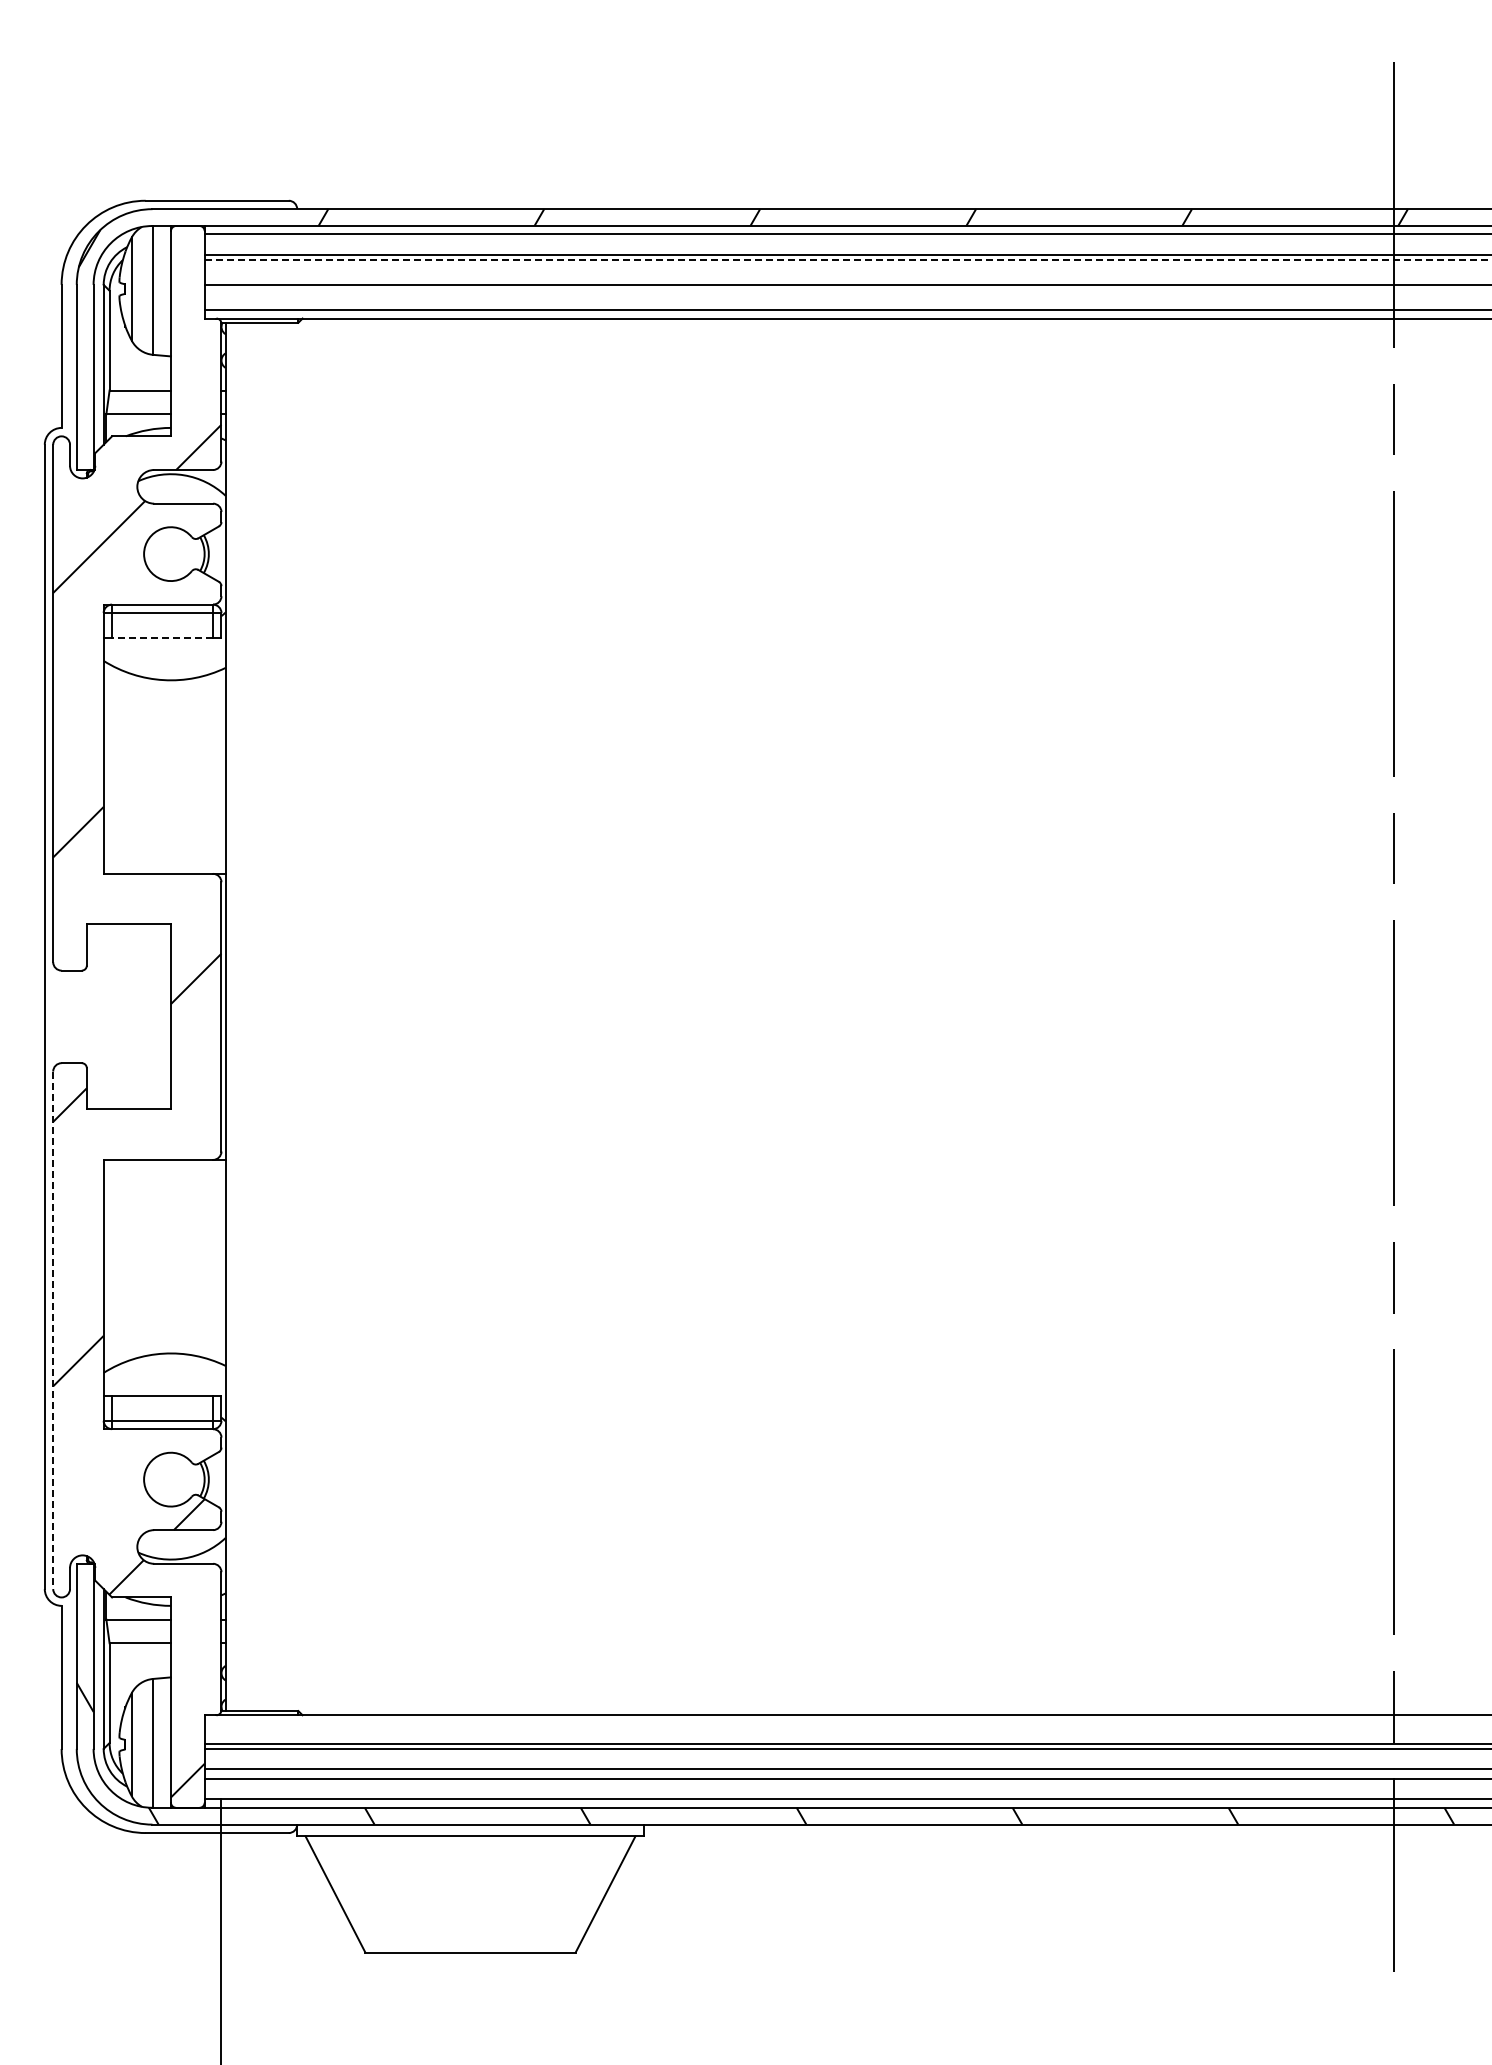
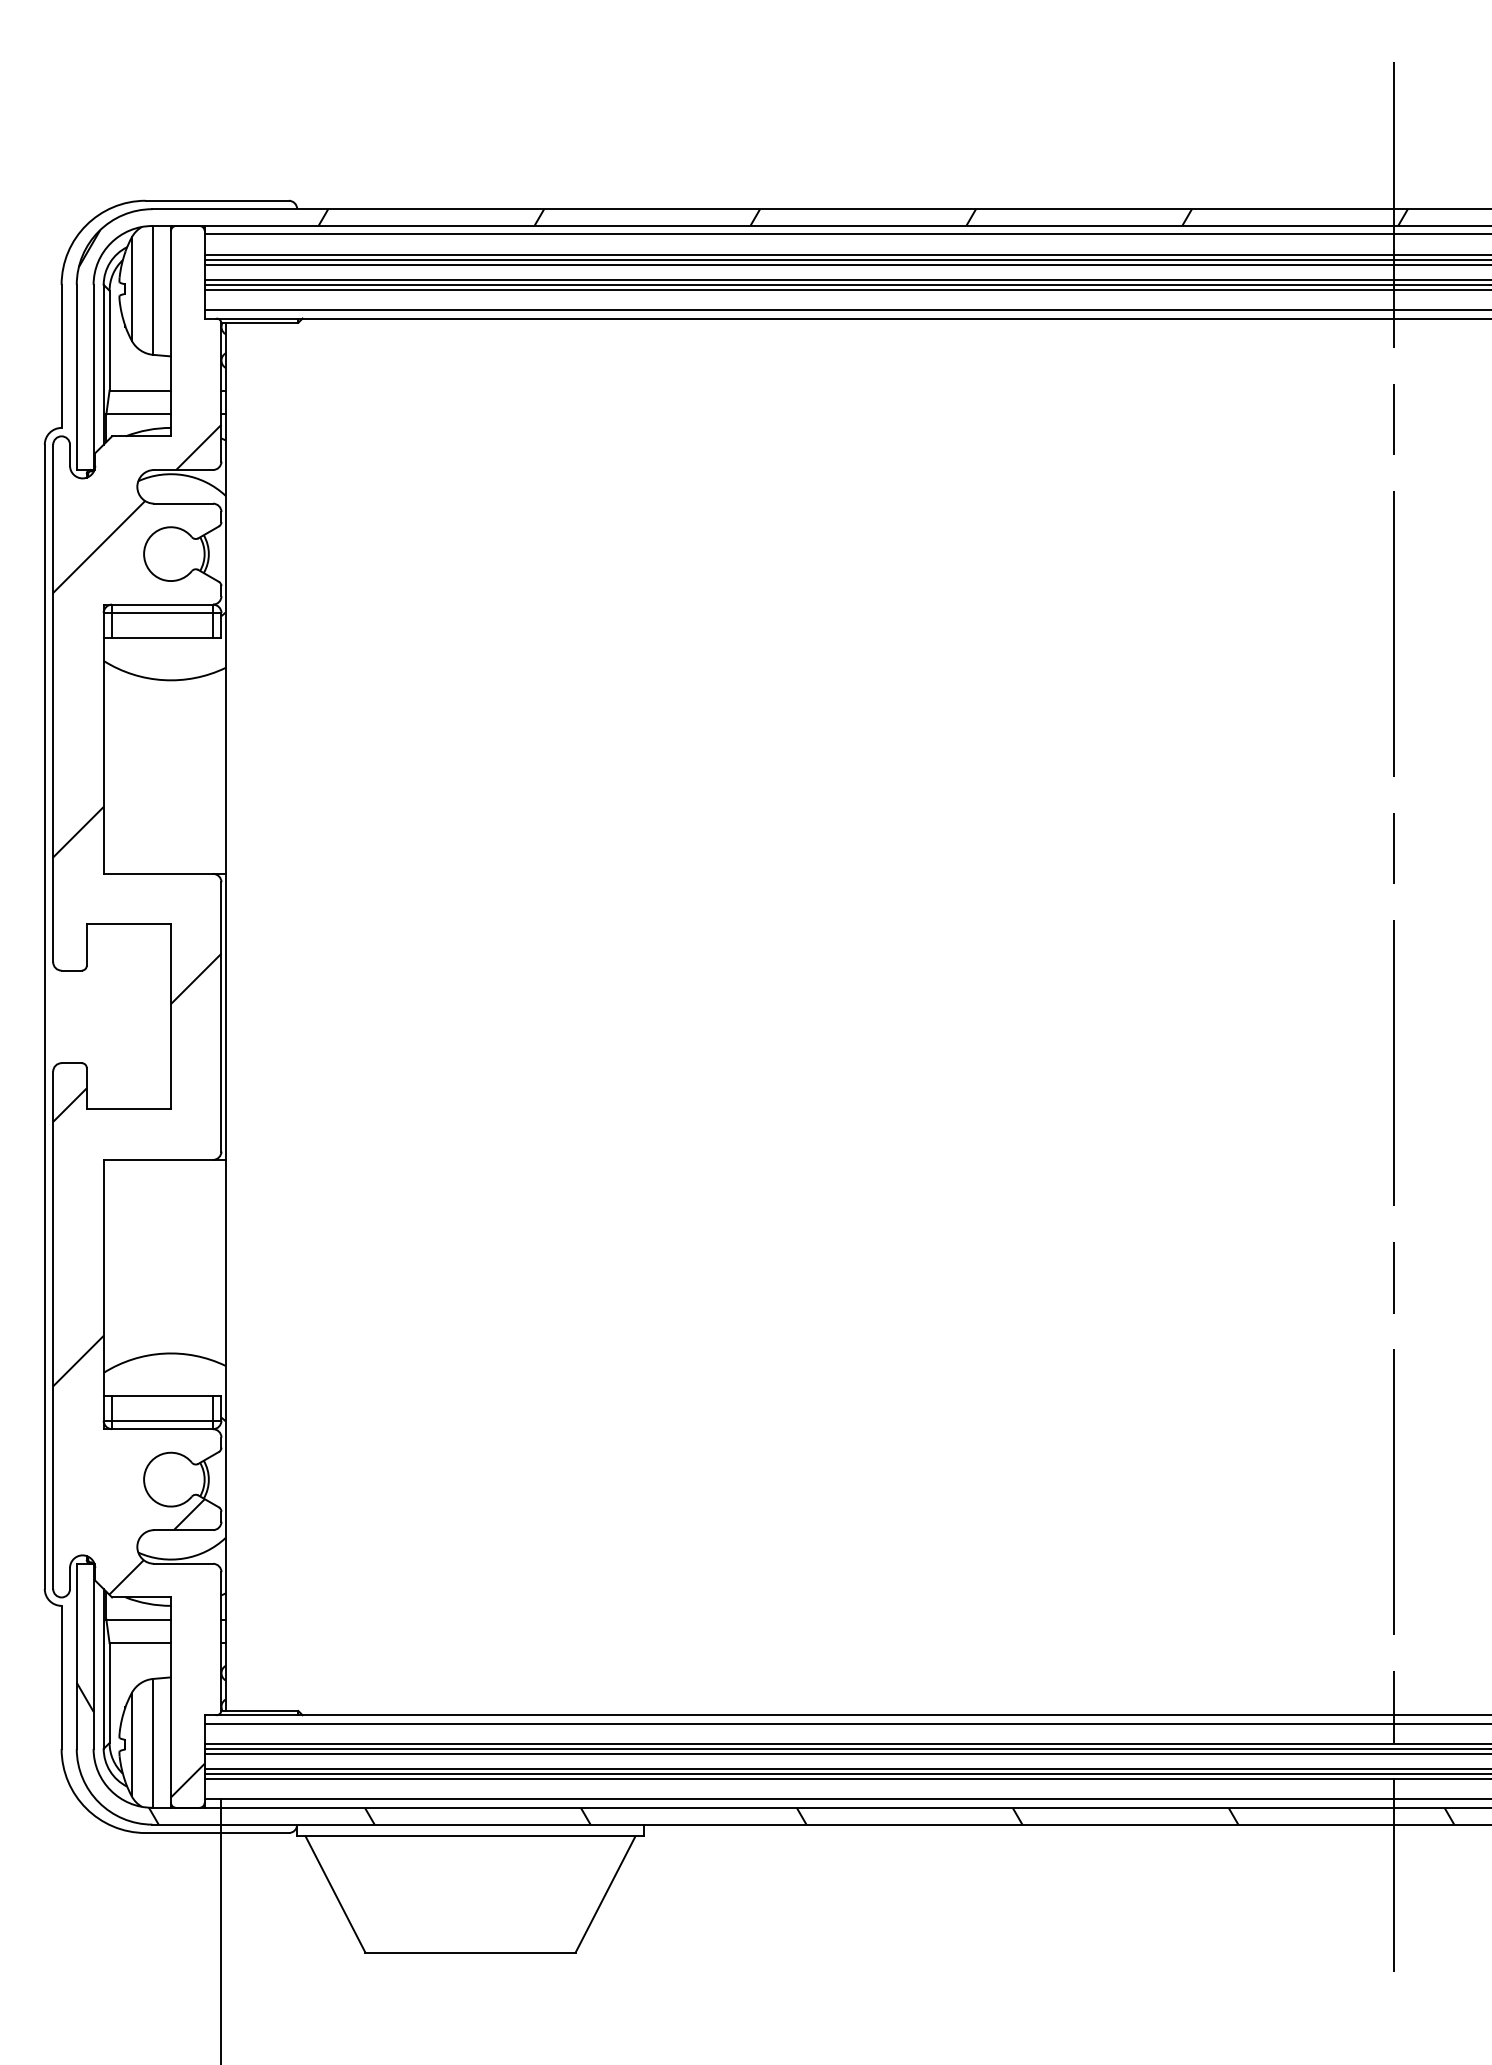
line at (848, 259): dashed -> solid
line at (846, 264): none -> present
line at (846, 279): none -> present
line at (846, 289): none -> present
line at (162, 638): dashed -> solid
line at (53, 1330): dashed -> solid
line at (846, 1723): none -> present
line at (846, 1753): none -> present
line at (846, 1774): none -> present
